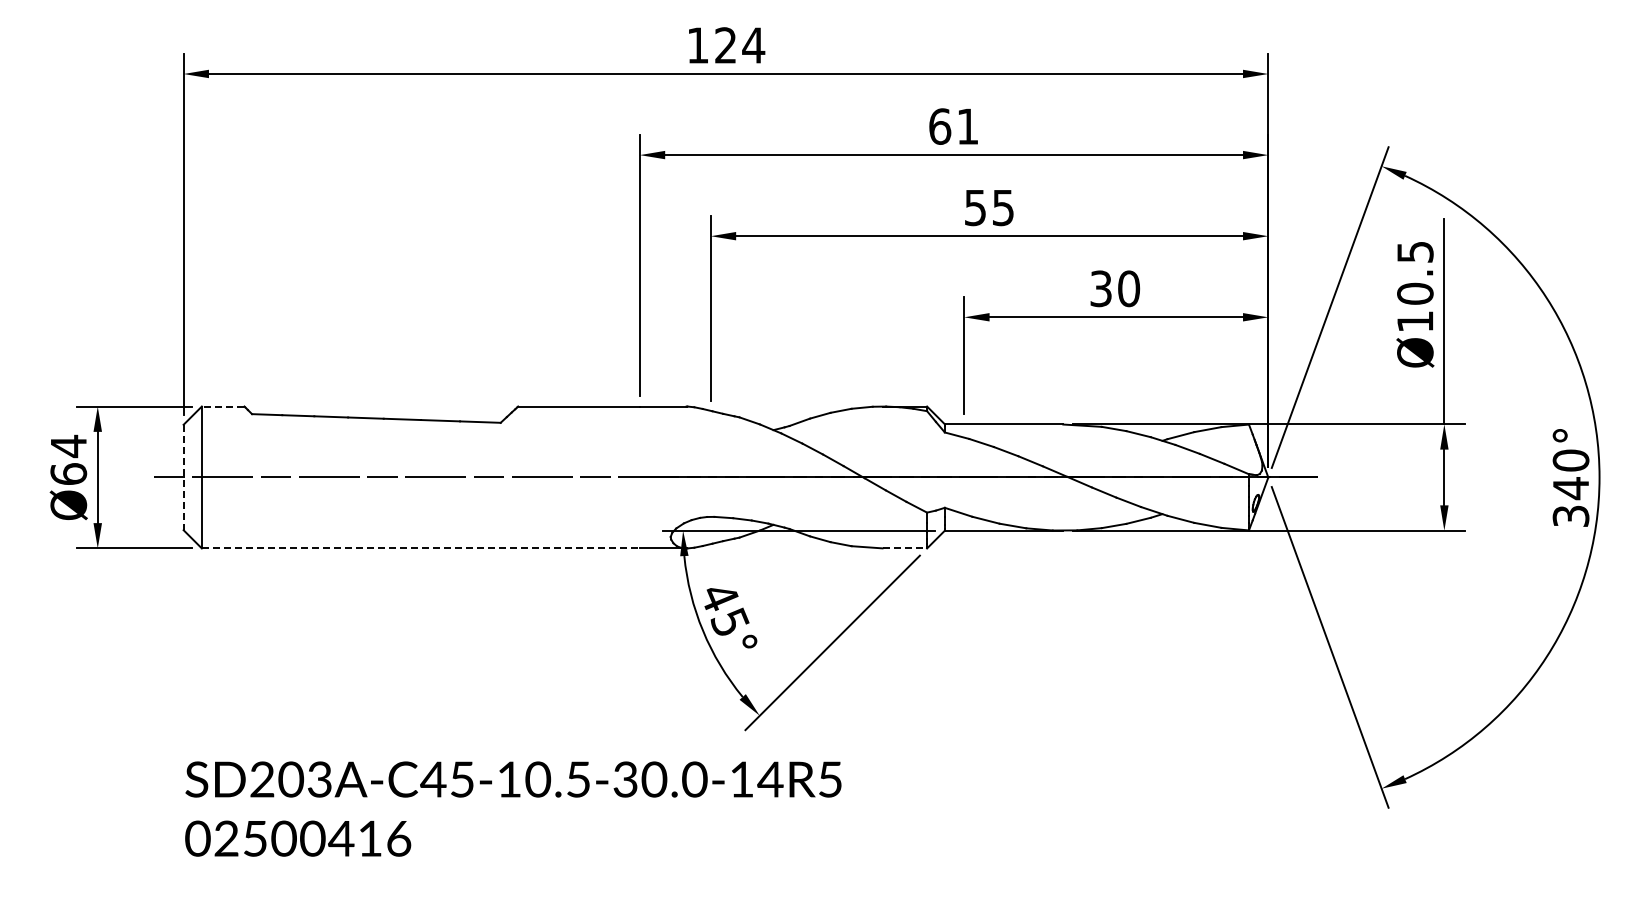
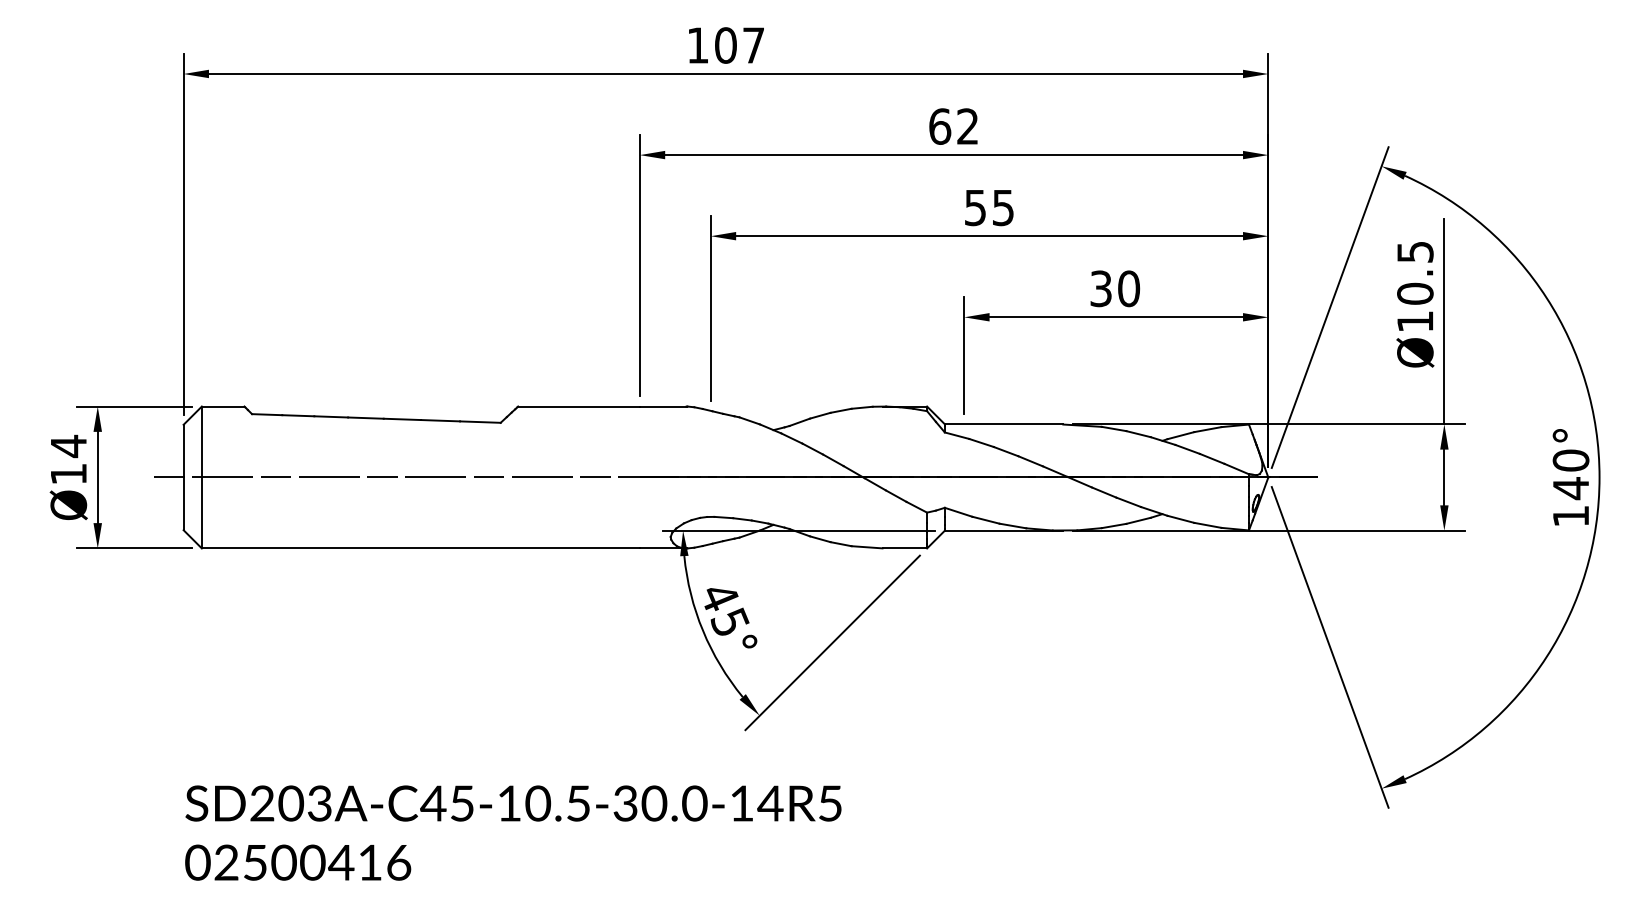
text at (740, 45): 124 -> 107
text at (967, 126): 61 -> 62
line at (222, 406): dashed -> solid
text at (68, 473): Ø64 -> Ø14
line at (183, 477): dashed -> solid
text at (1570, 515): 340° -> 140°
line at (420, 548): dashed -> solid
line at (905, 548): dashed -> solid
text at (513, 808) position: (513, 808) -> (513, 832)
